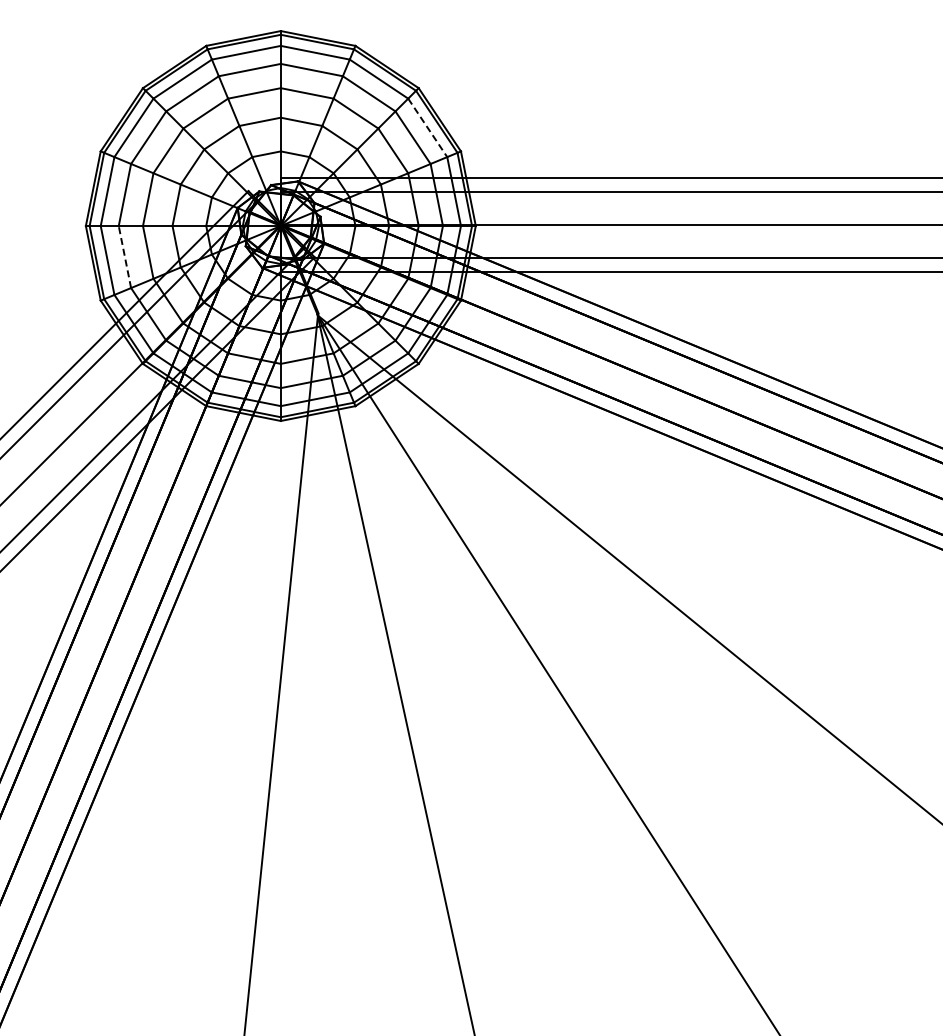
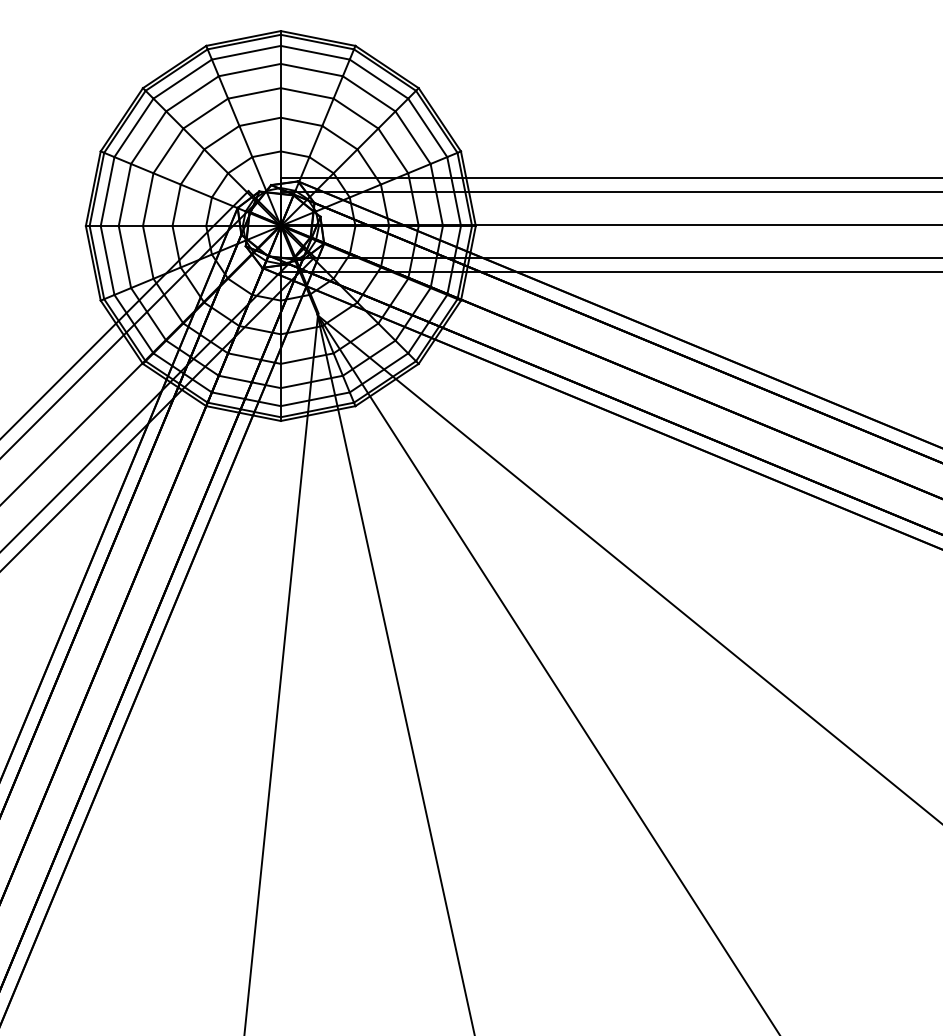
line at (428, 128): dashed -> solid
line at (124, 257): dashed -> solid
